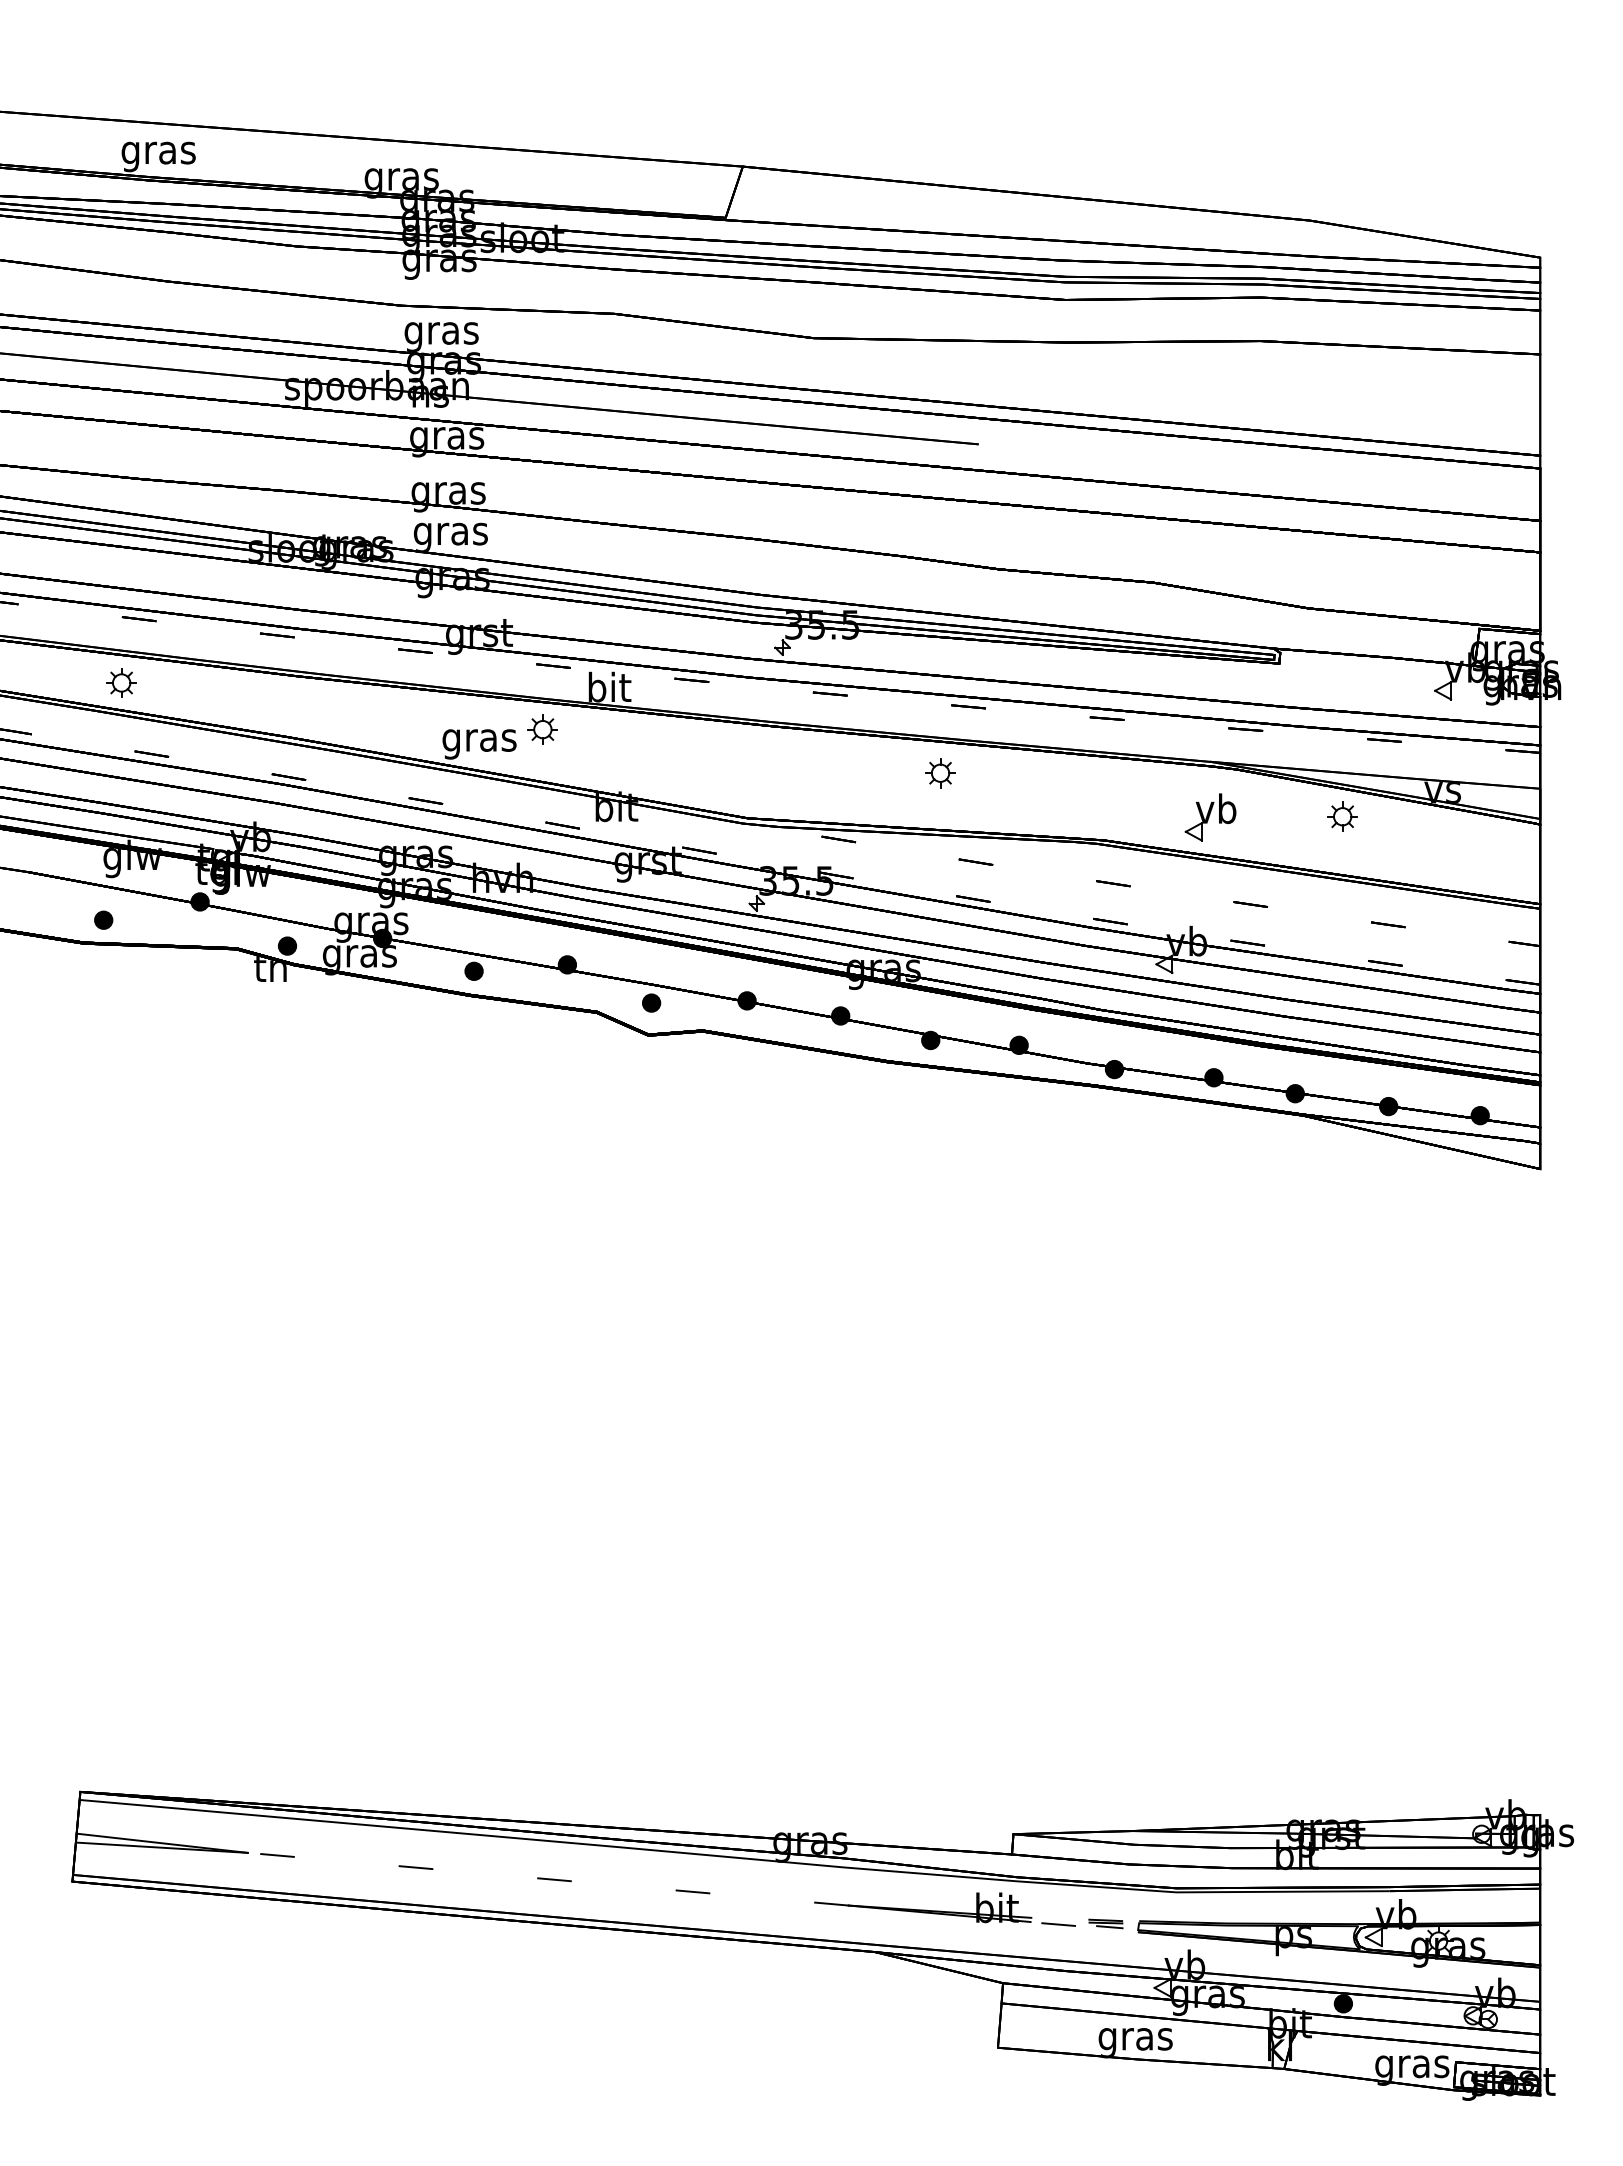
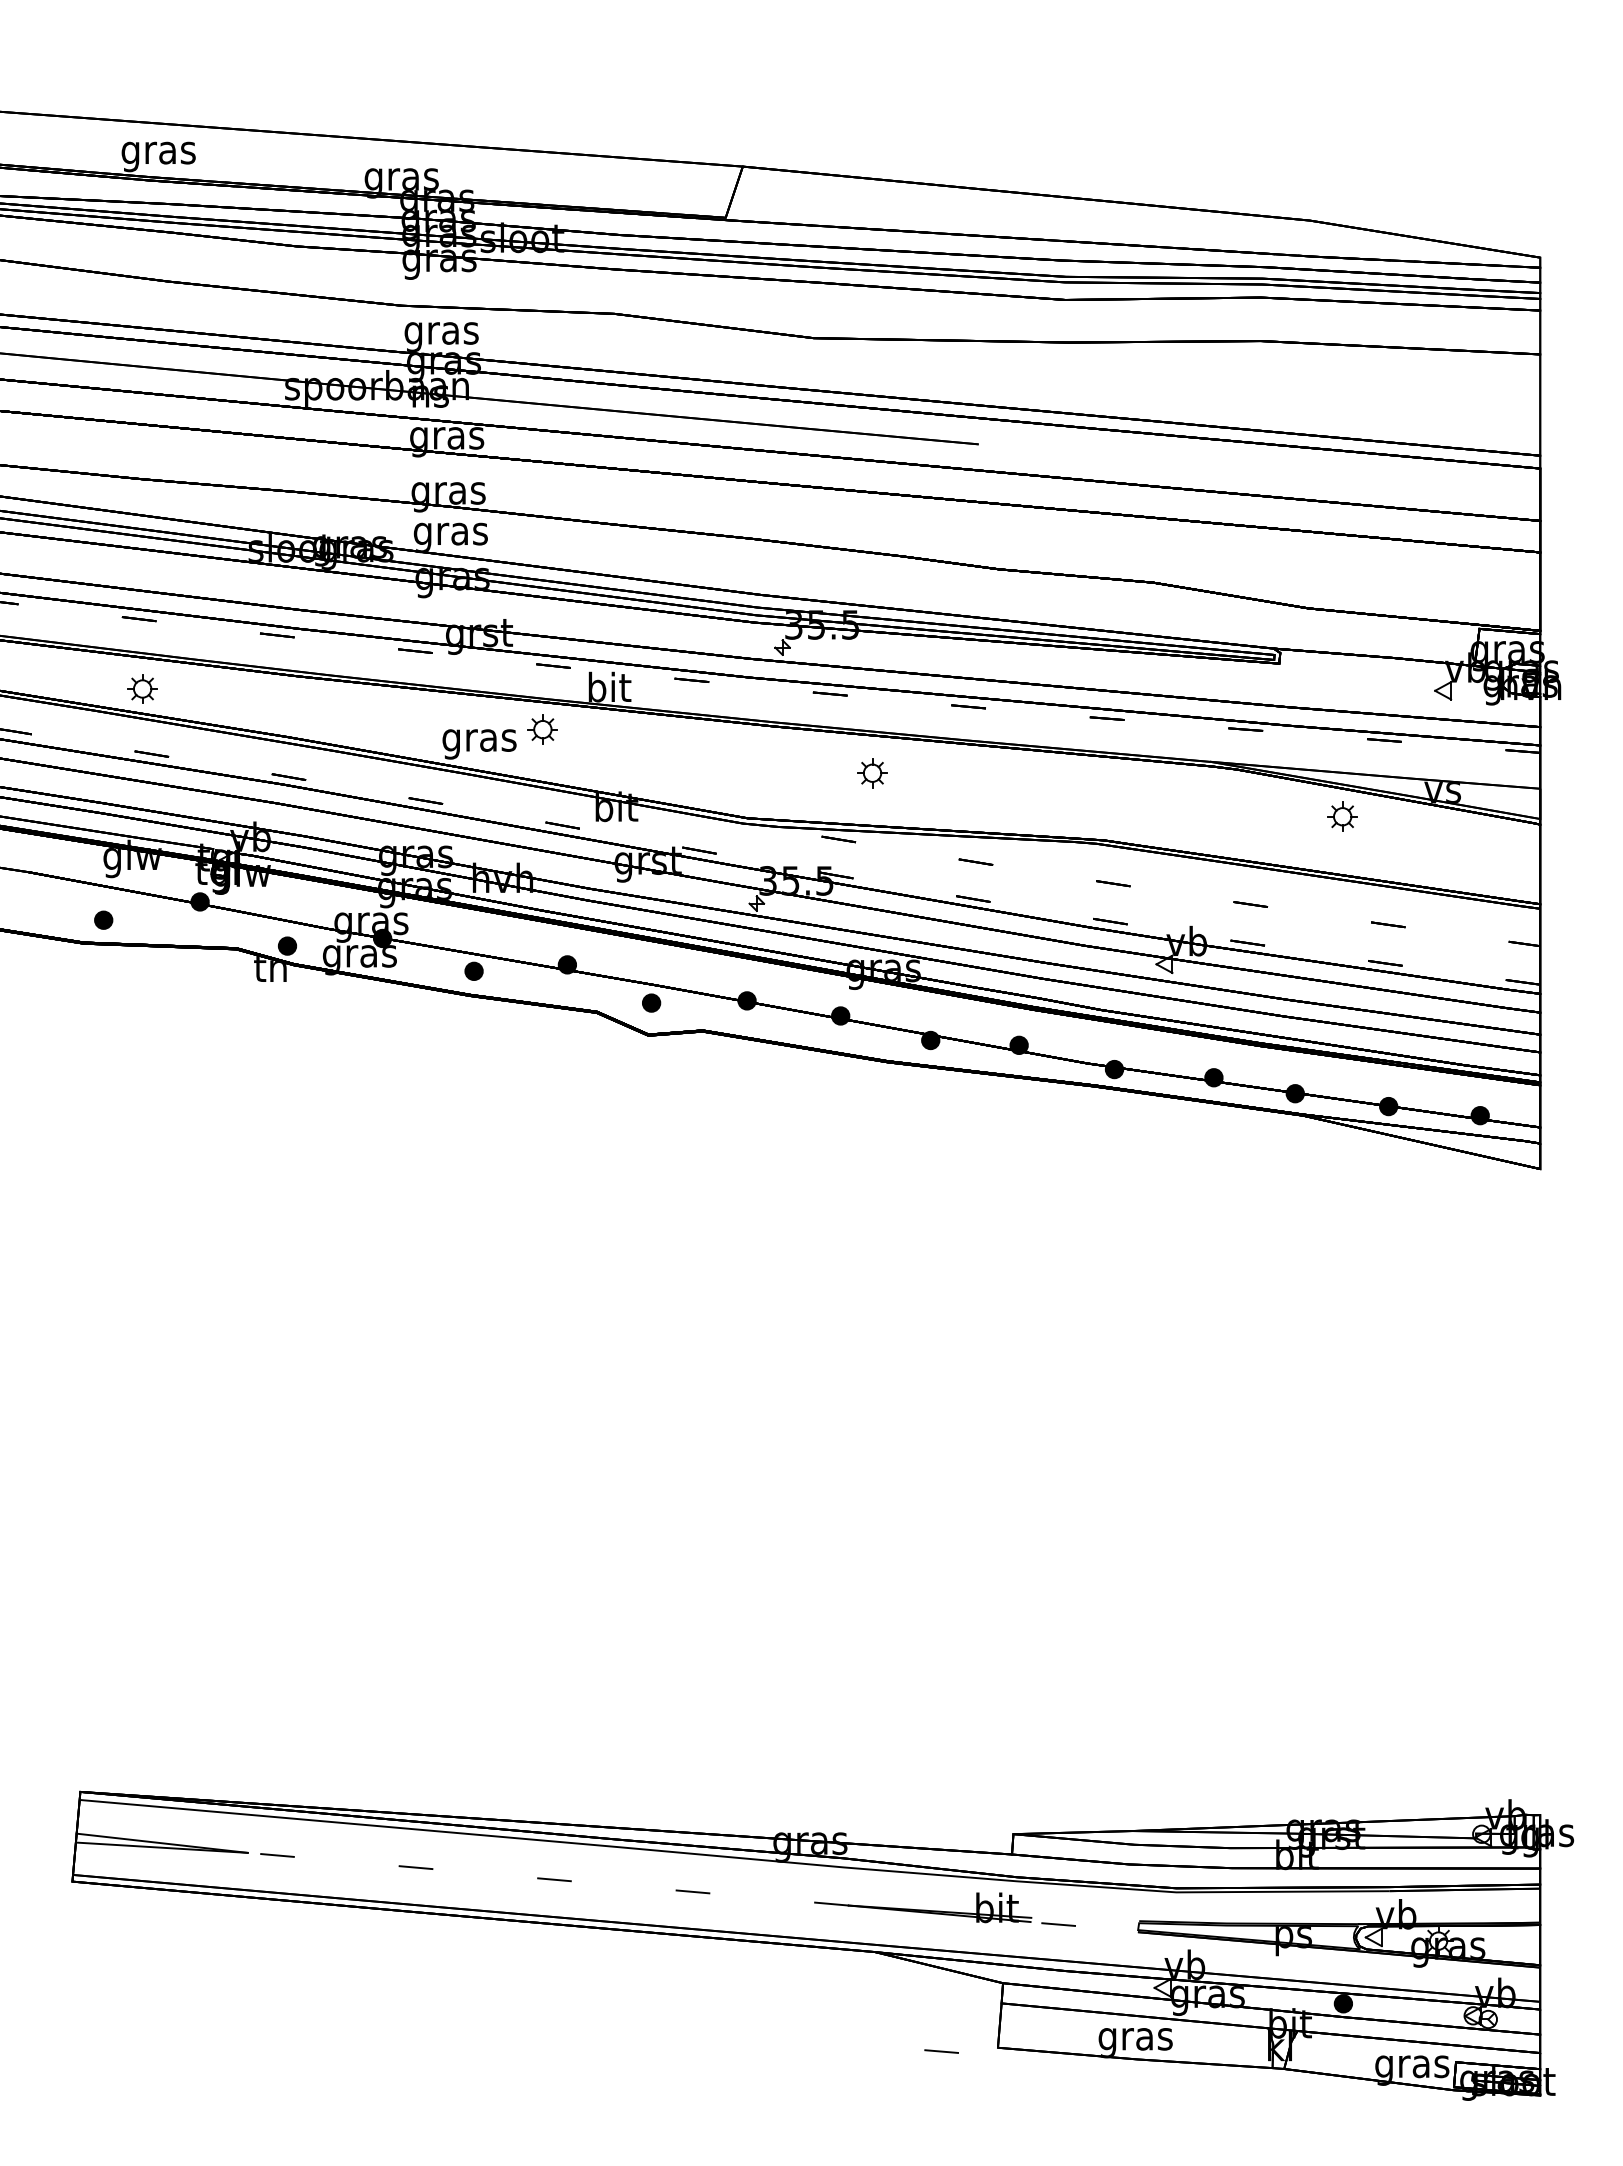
part at (121, 682) position: (121, 682) -> (142, 688)
part at (940, 773) position: (940, 773) -> (872, 773)
part at (1210, 817): present -> none
part at (1105, 1923): present -> none
line at (941, 2051): none -> present
